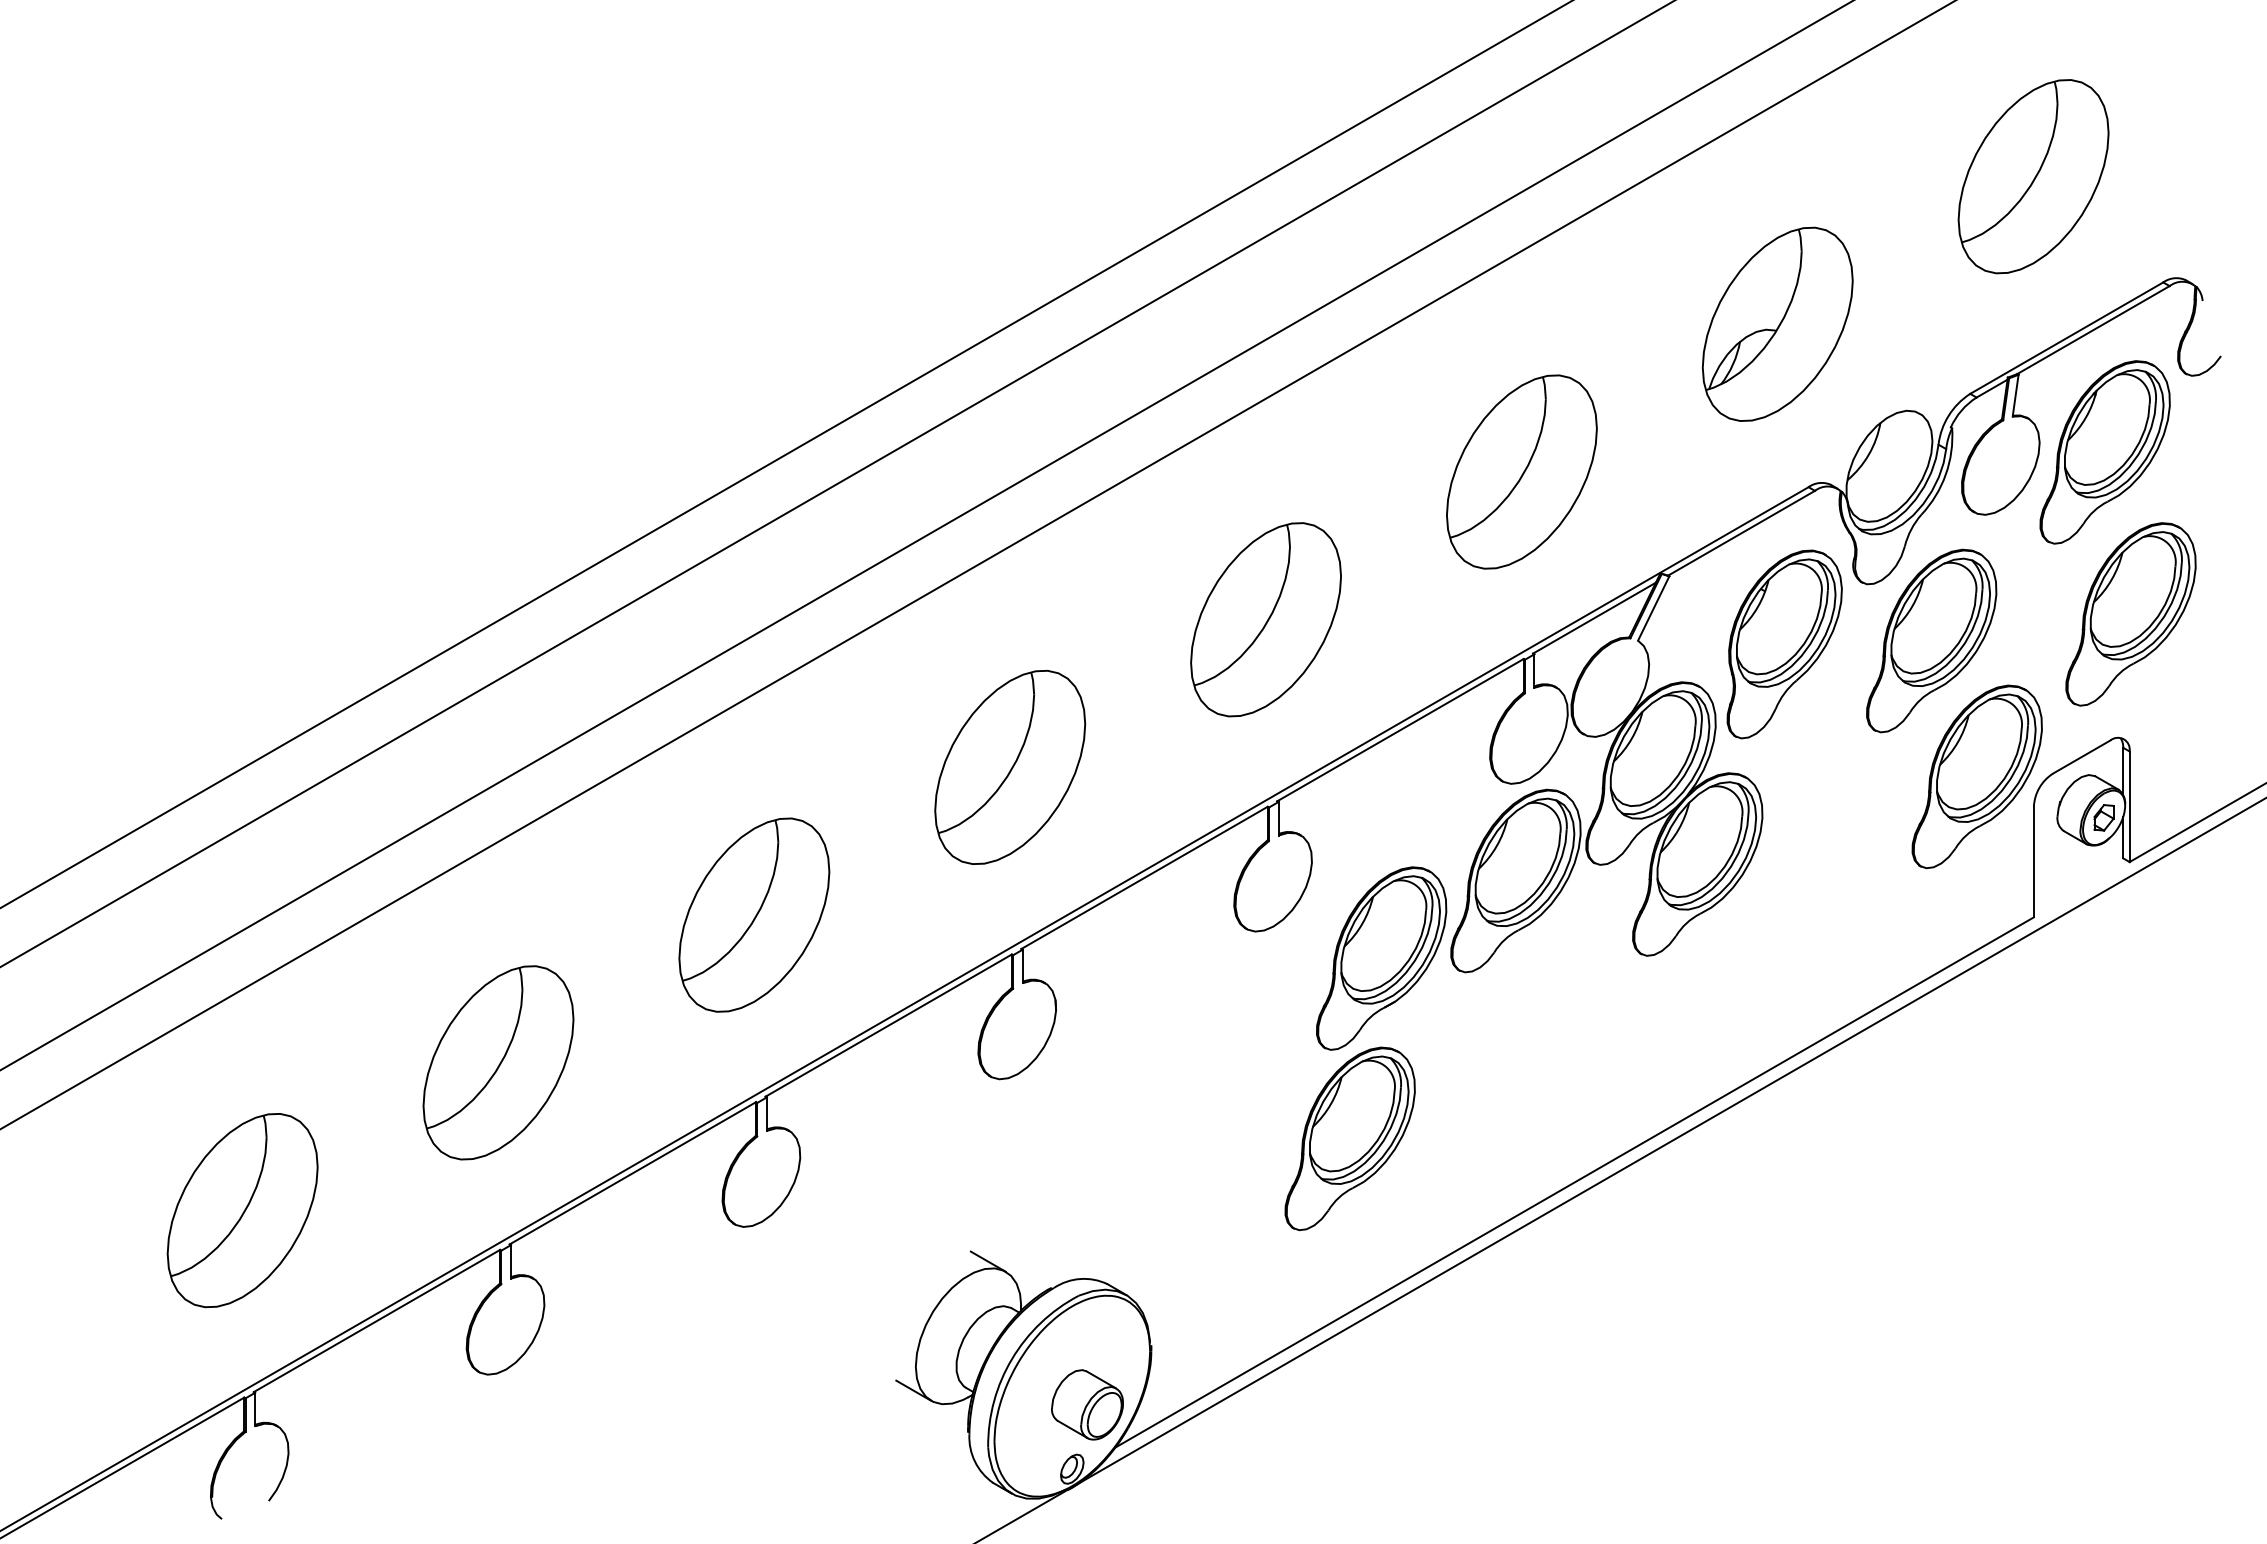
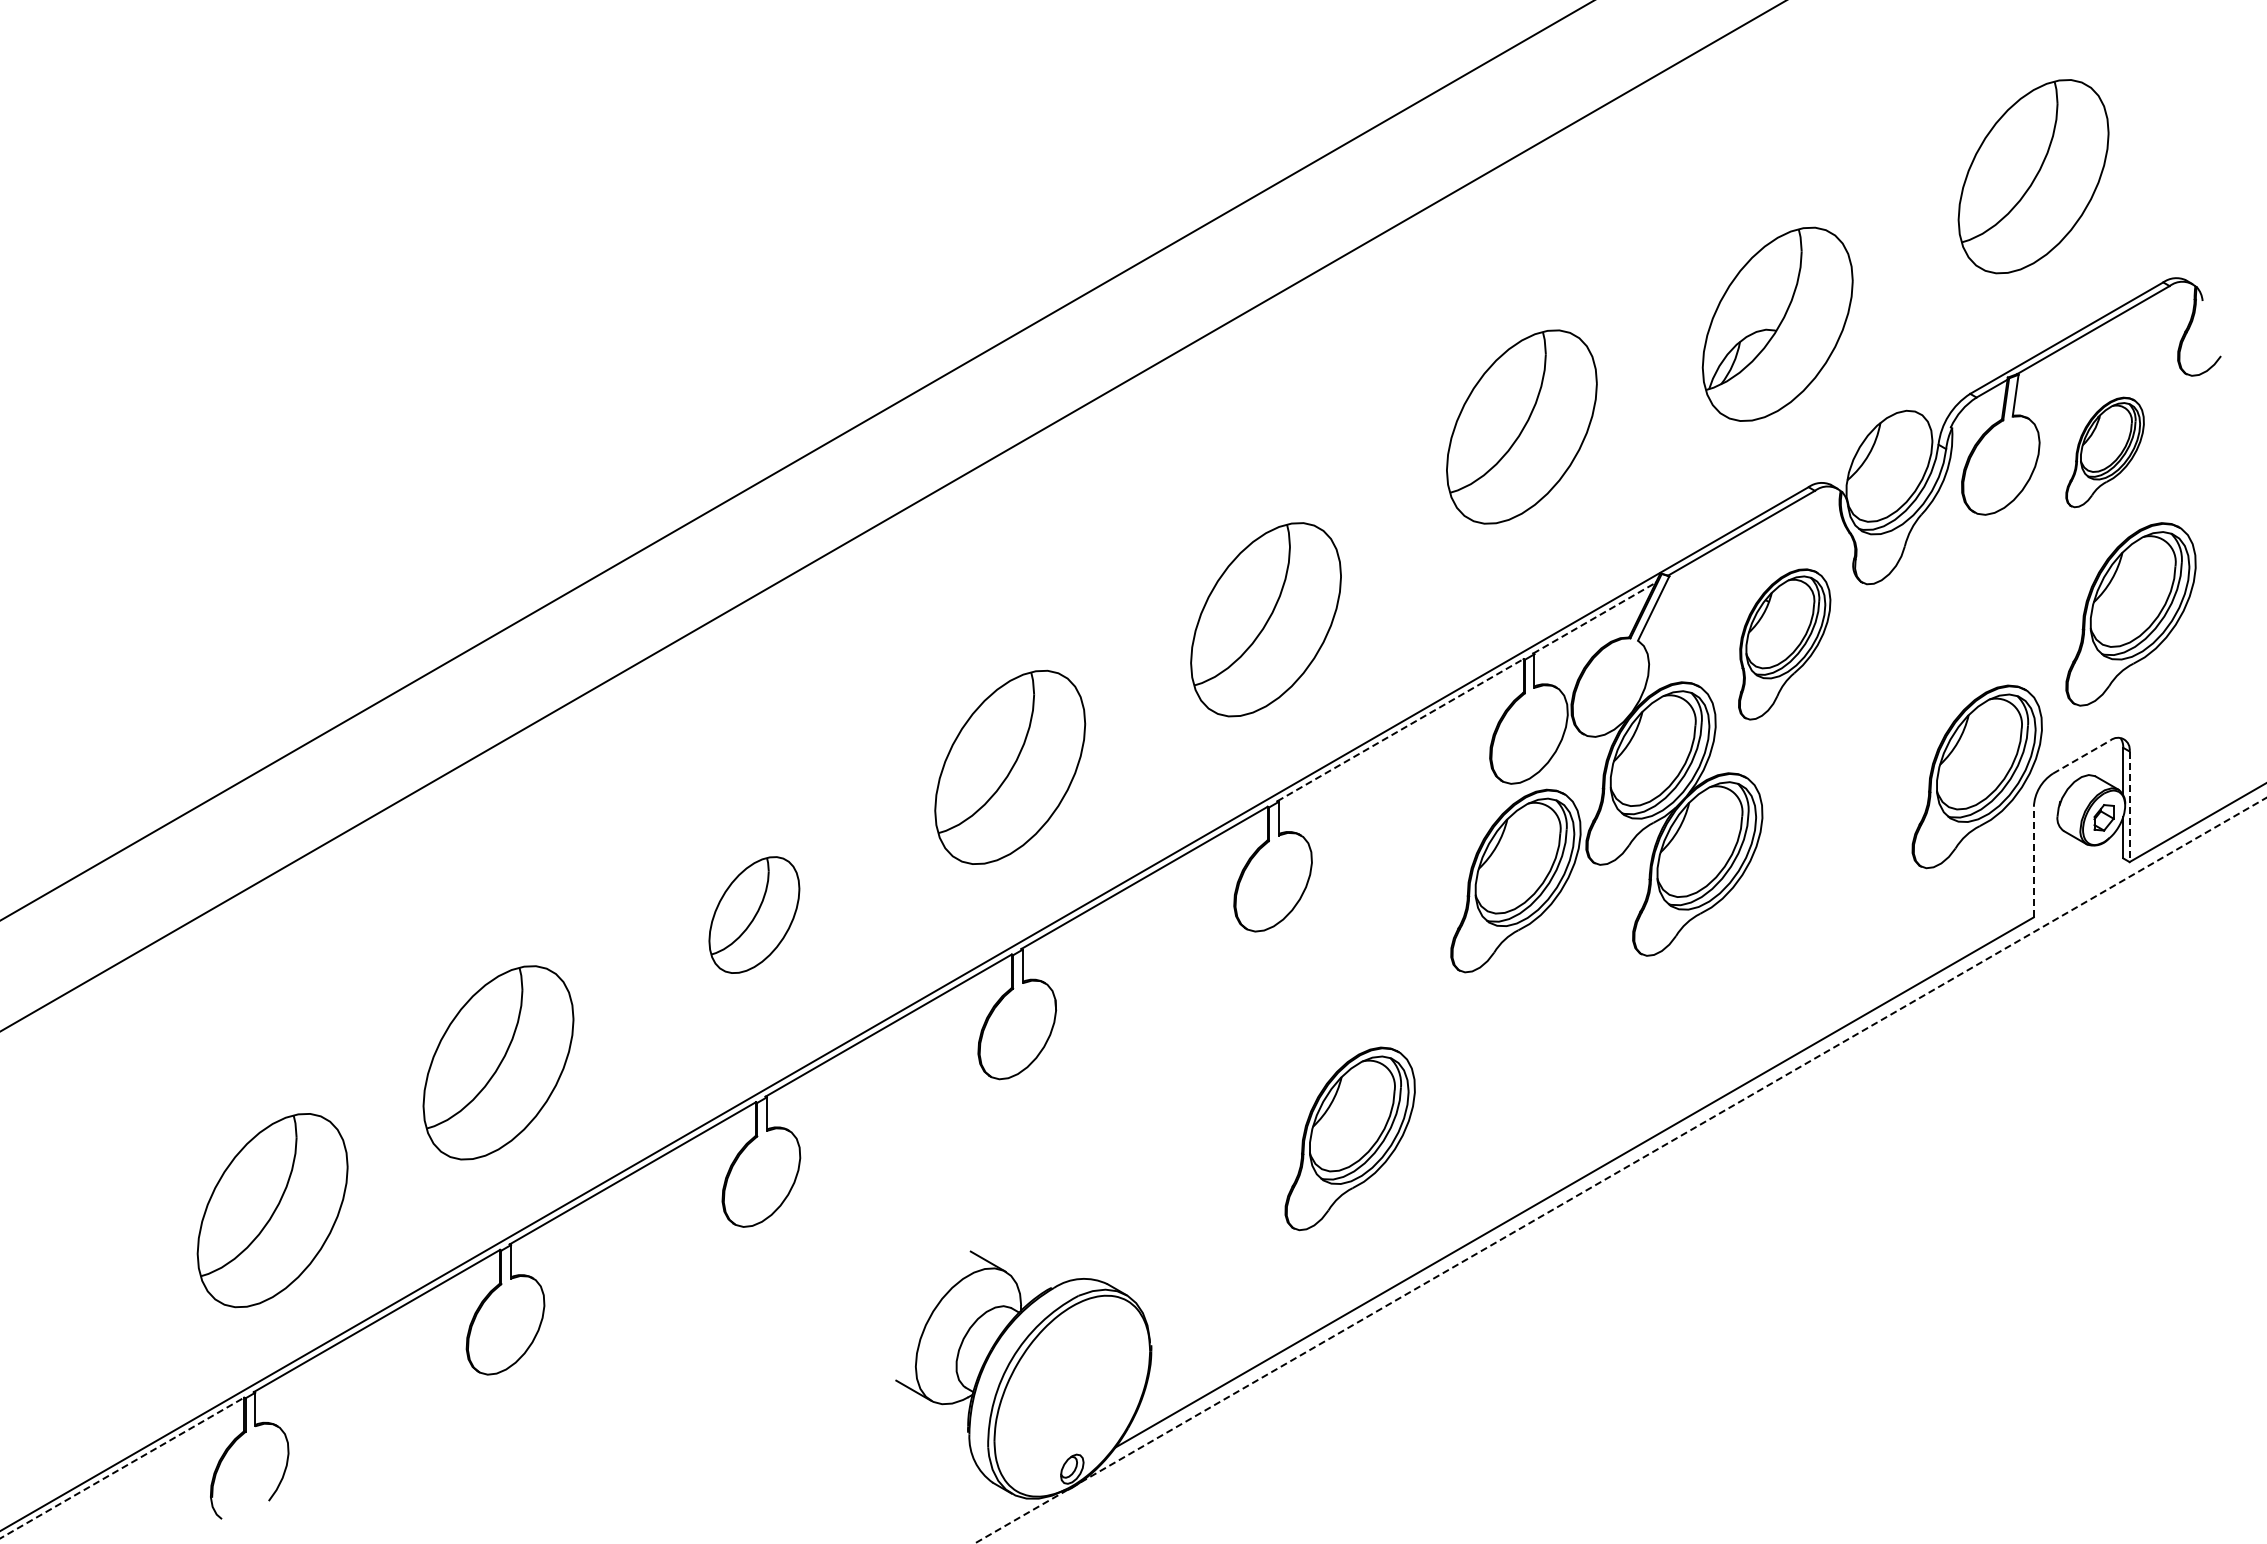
part at (2104, 452) size: 132x185 px -> 80x113 px
line at (786, 454): present -> none
part at (1521, 471) position: (1521, 471) -> (1521, 426)
line at (837, 484) position: (837, 484) -> (796, 460)
line at (926, 535) position: (926, 535) -> (892, 516)
line at (977, 564): present -> none
line at (1594, 618): solid -> dashed
part at (1931, 640): present -> none
part at (1784, 644) size: 117x191 px -> 94x153 px
line at (1400, 729): solid -> dashed
line at (2082, 756): solid -> dashed
line at (2129, 807): solid -> dashed
line at (2033, 861): solid -> dashed
part at (754, 914) size: 153x196 px -> 93x118 px
part at (1381, 958): present -> none
line at (1620, 1170): solid -> dashed
part at (242, 1210) position: (242, 1210) -> (272, 1210)
part at (1087, 1404): present -> none
line at (122, 1467): solid -> dashed
